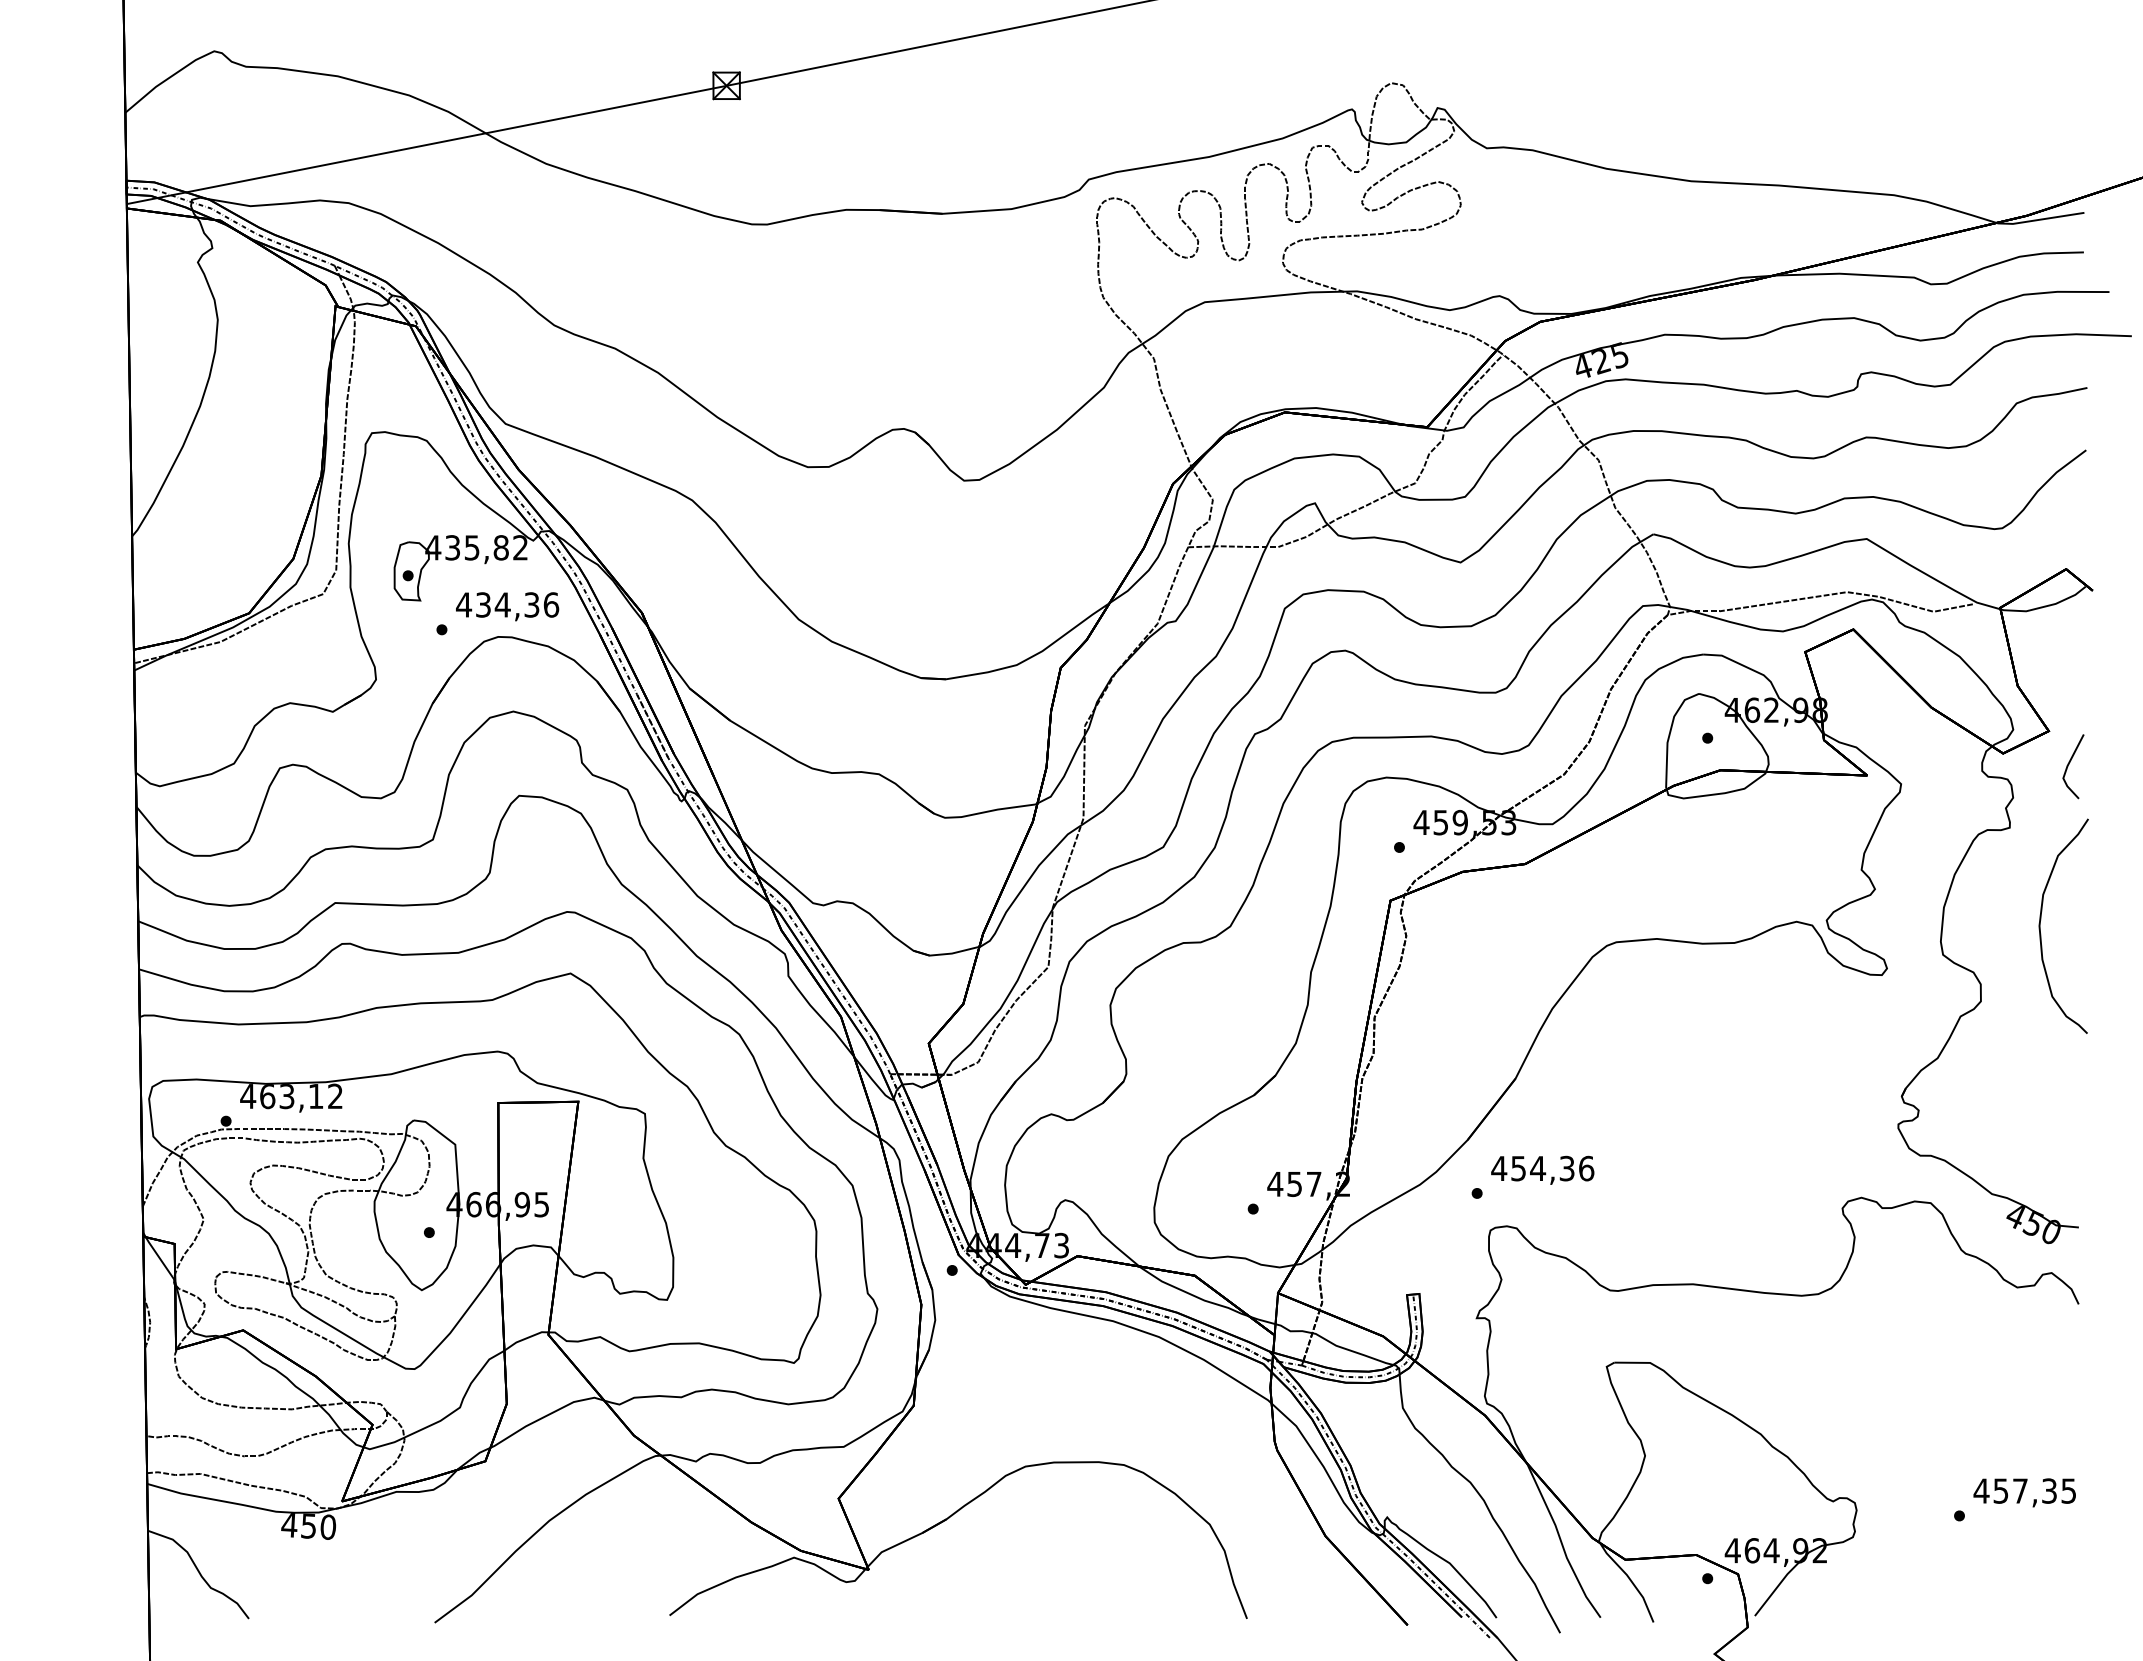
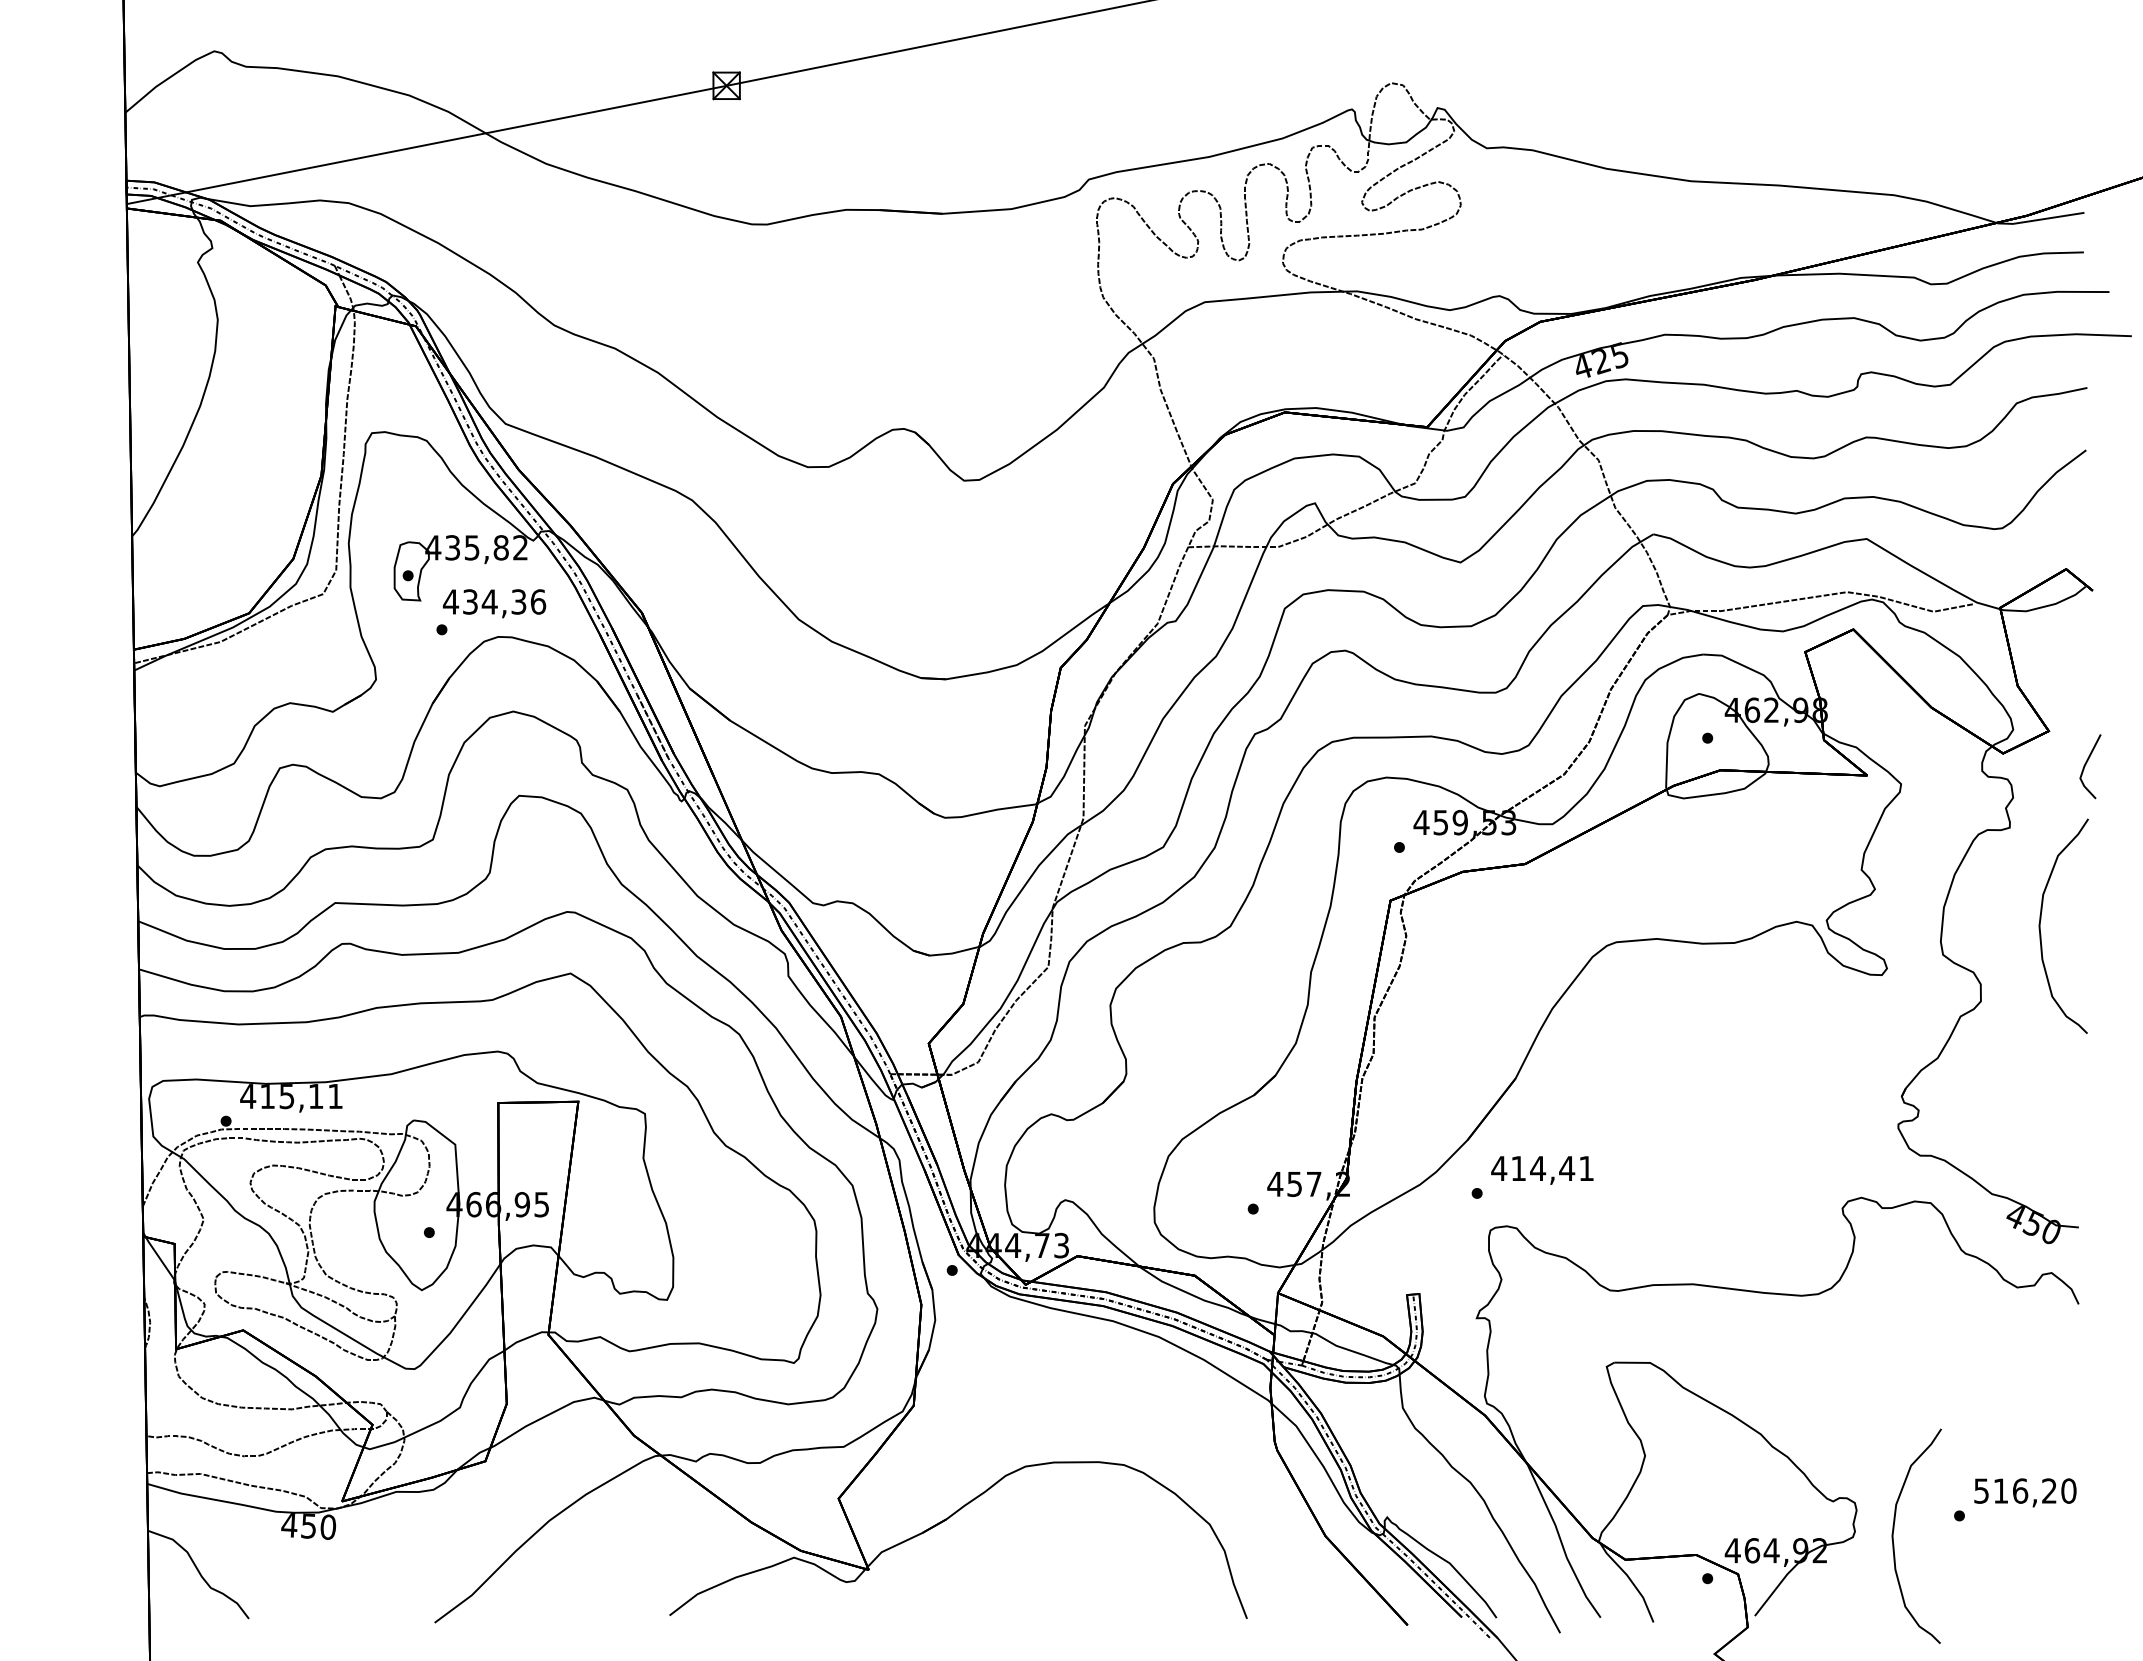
text at (507, 606) position: (507, 606) -> (494, 603)
line at (2069, 764) position: (2069, 764) -> (2086, 764)
text at (301, 1096): 463,12 -> 415,11
text at (1552, 1168): 454,36 -> 414,41
text at (2024, 1490): 457,35 -> 516,20
curve at (1894, 1530): none -> present
